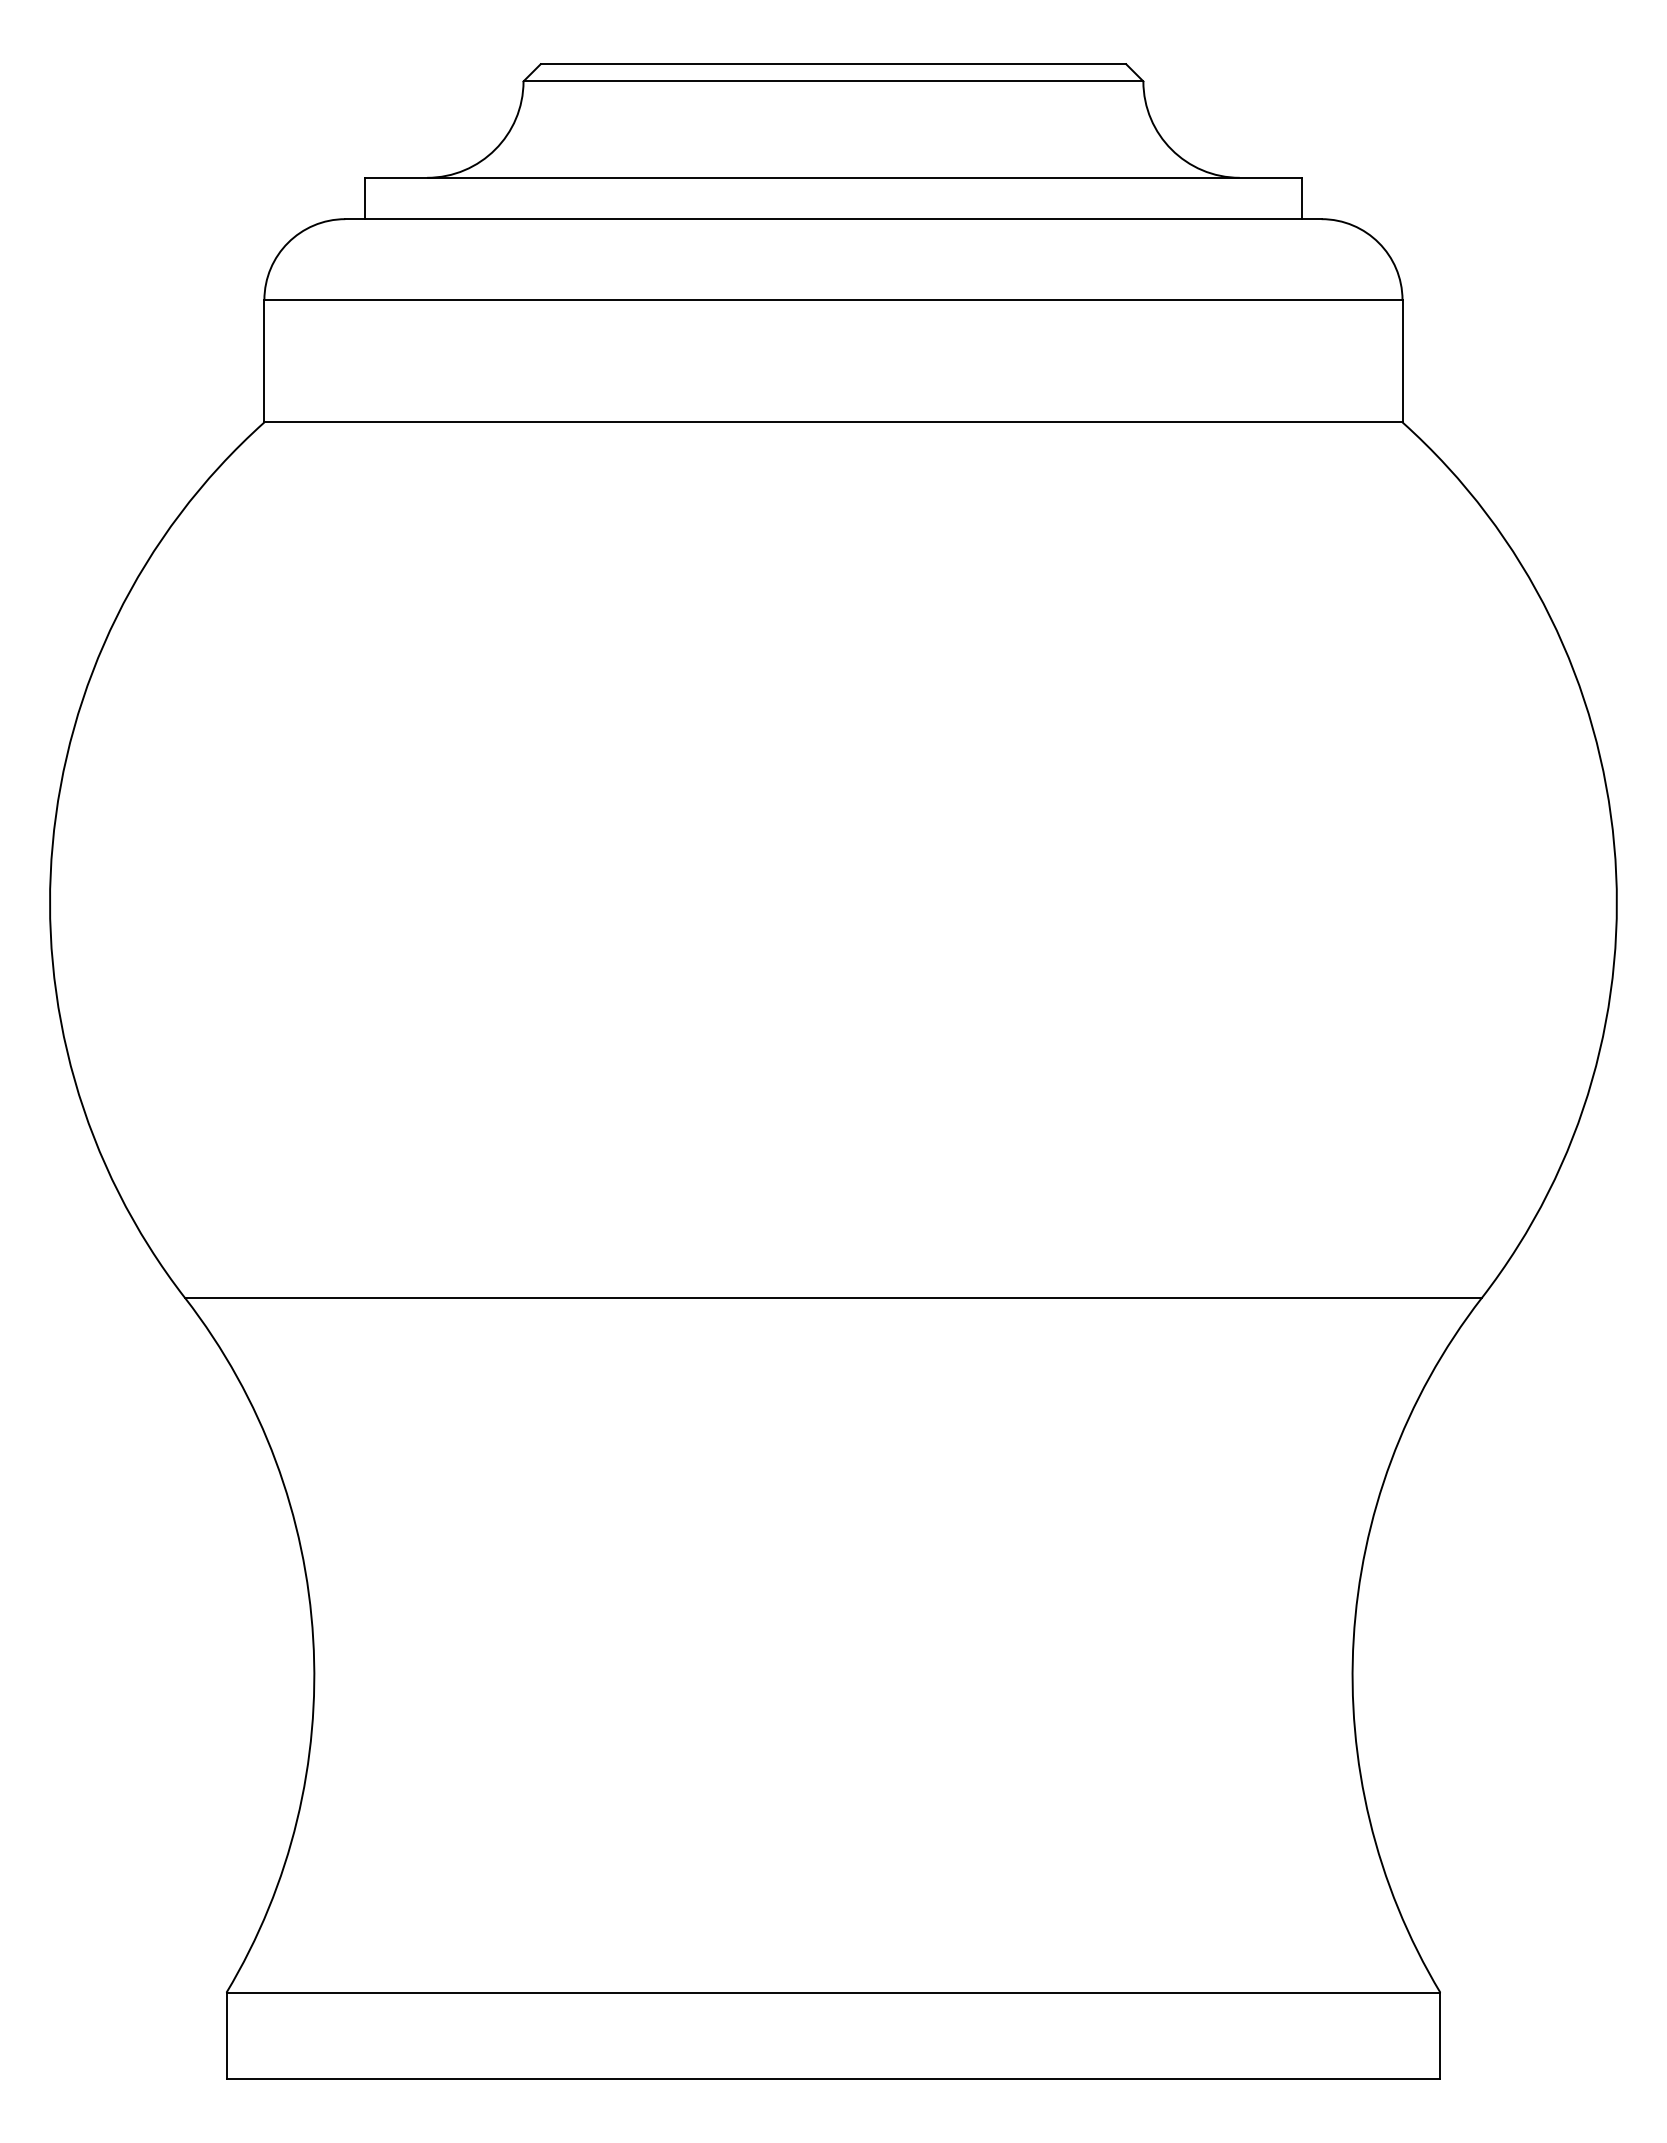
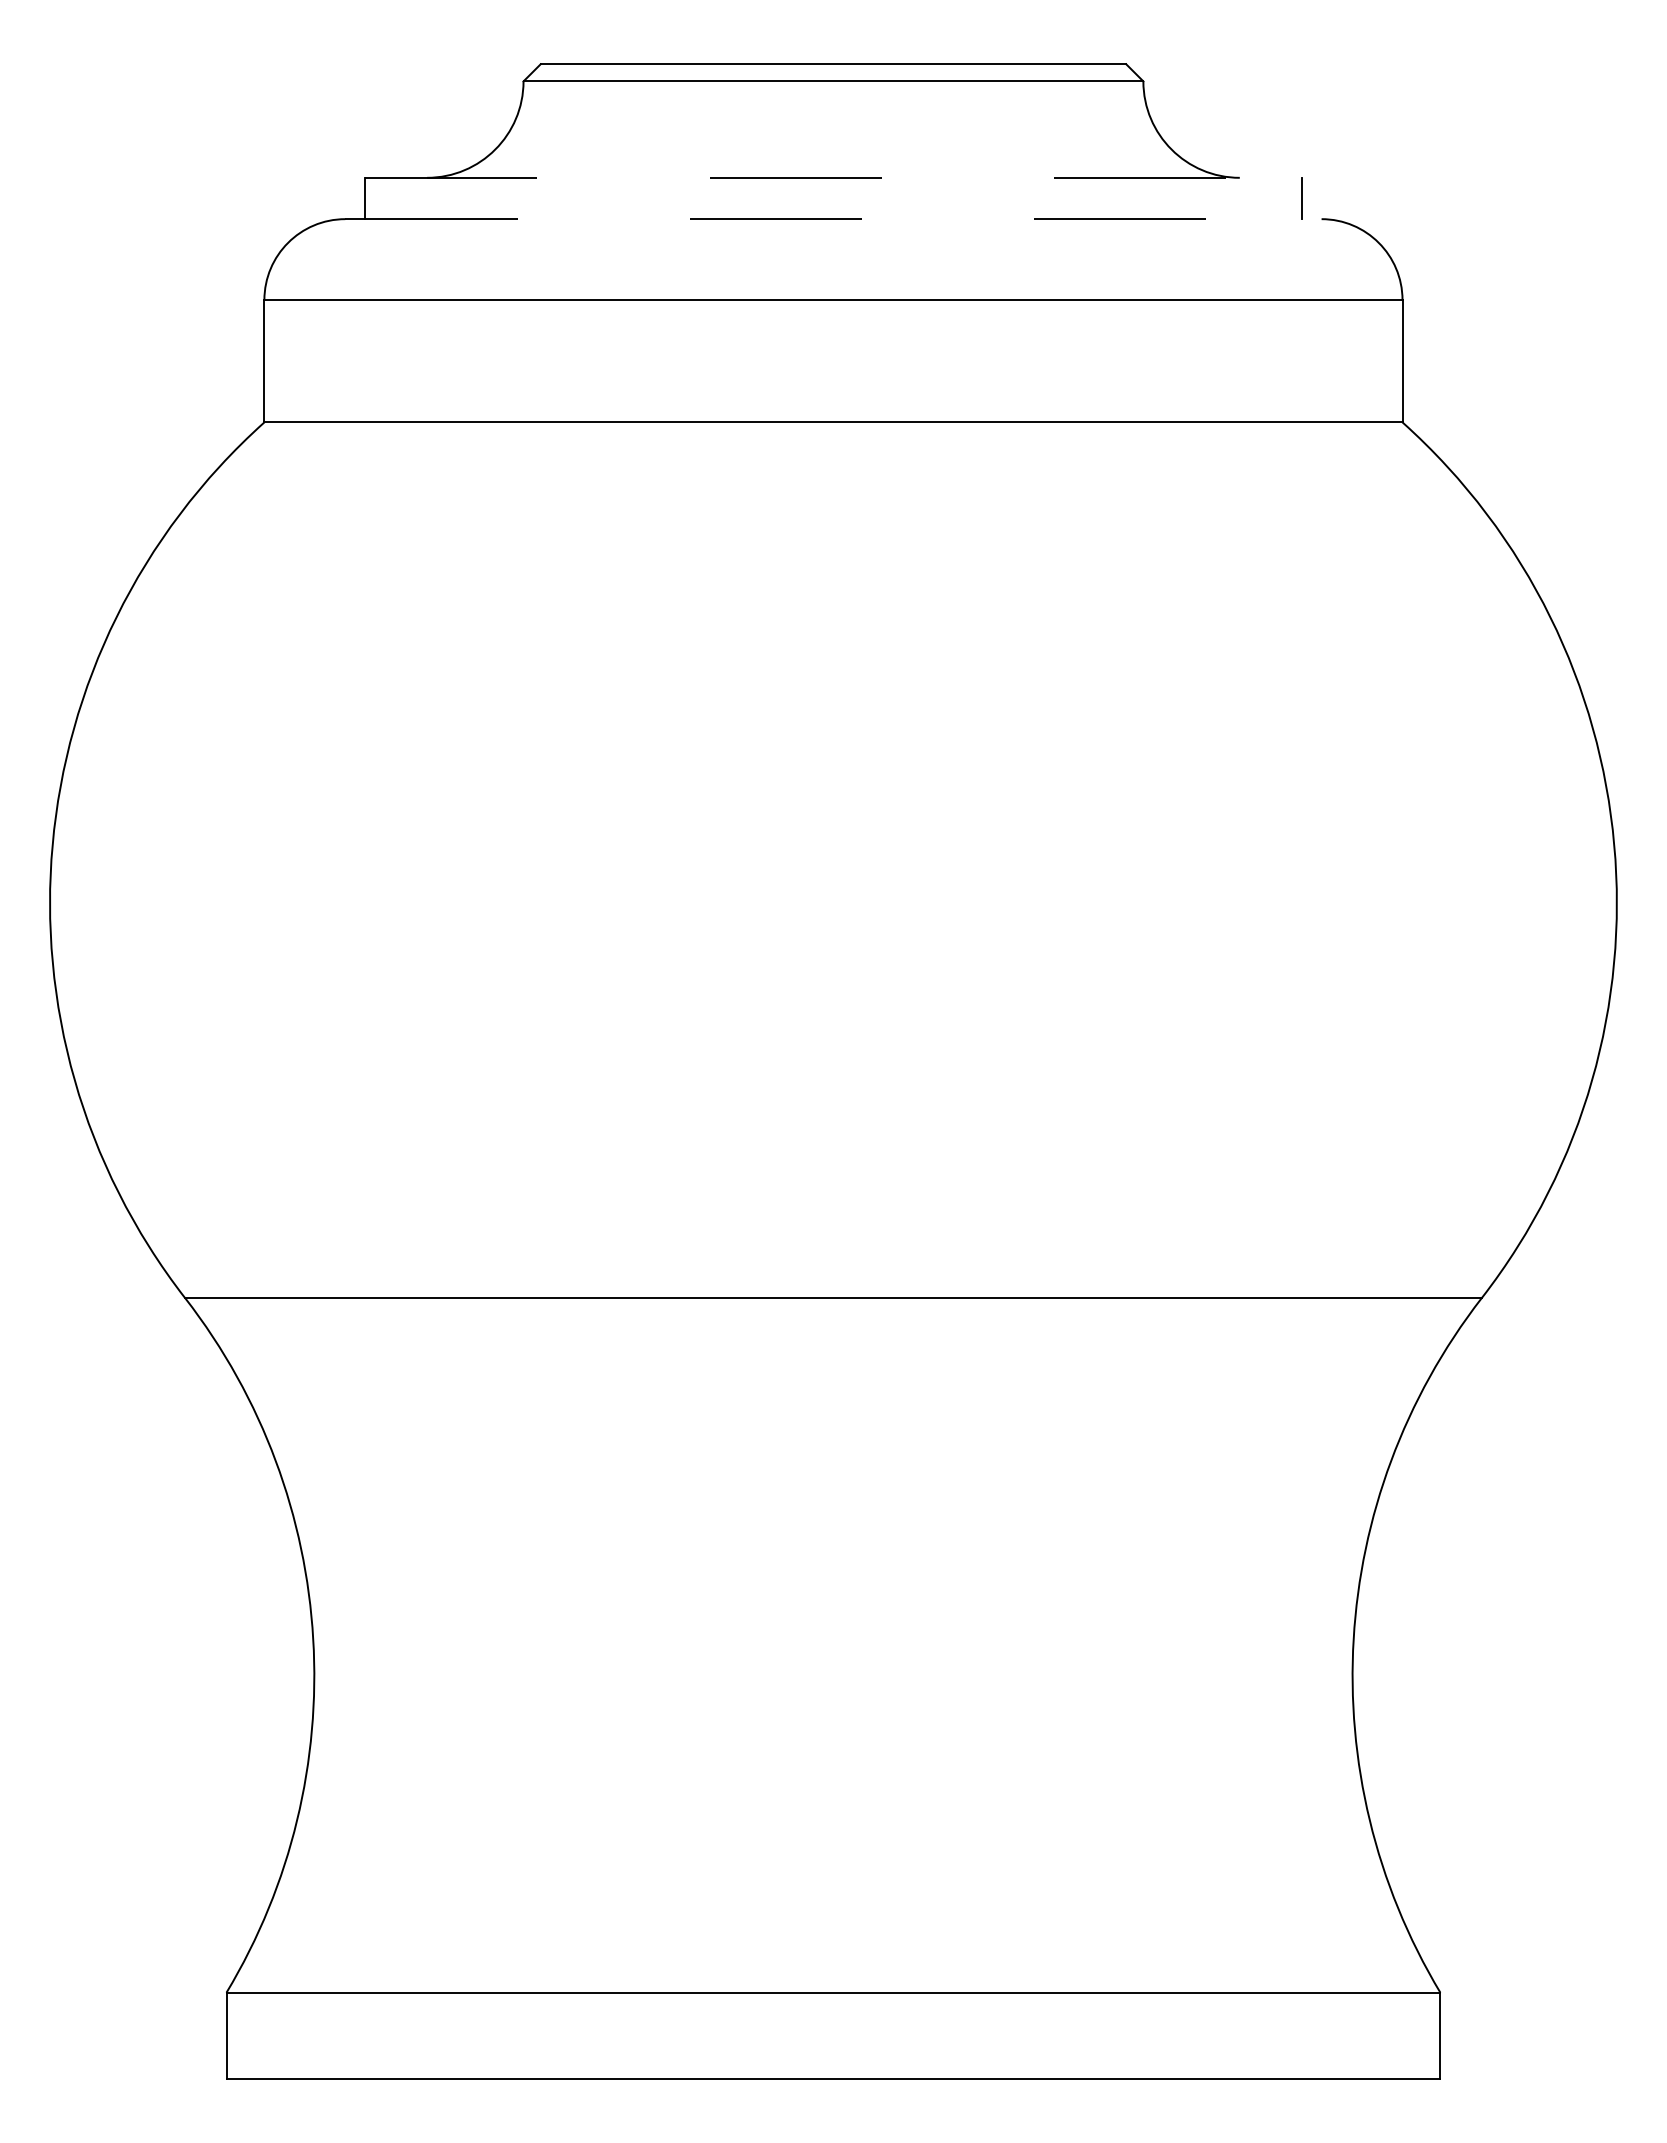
line at (833, 177): solid -> dashed
line at (833, 219): solid -> dashed
